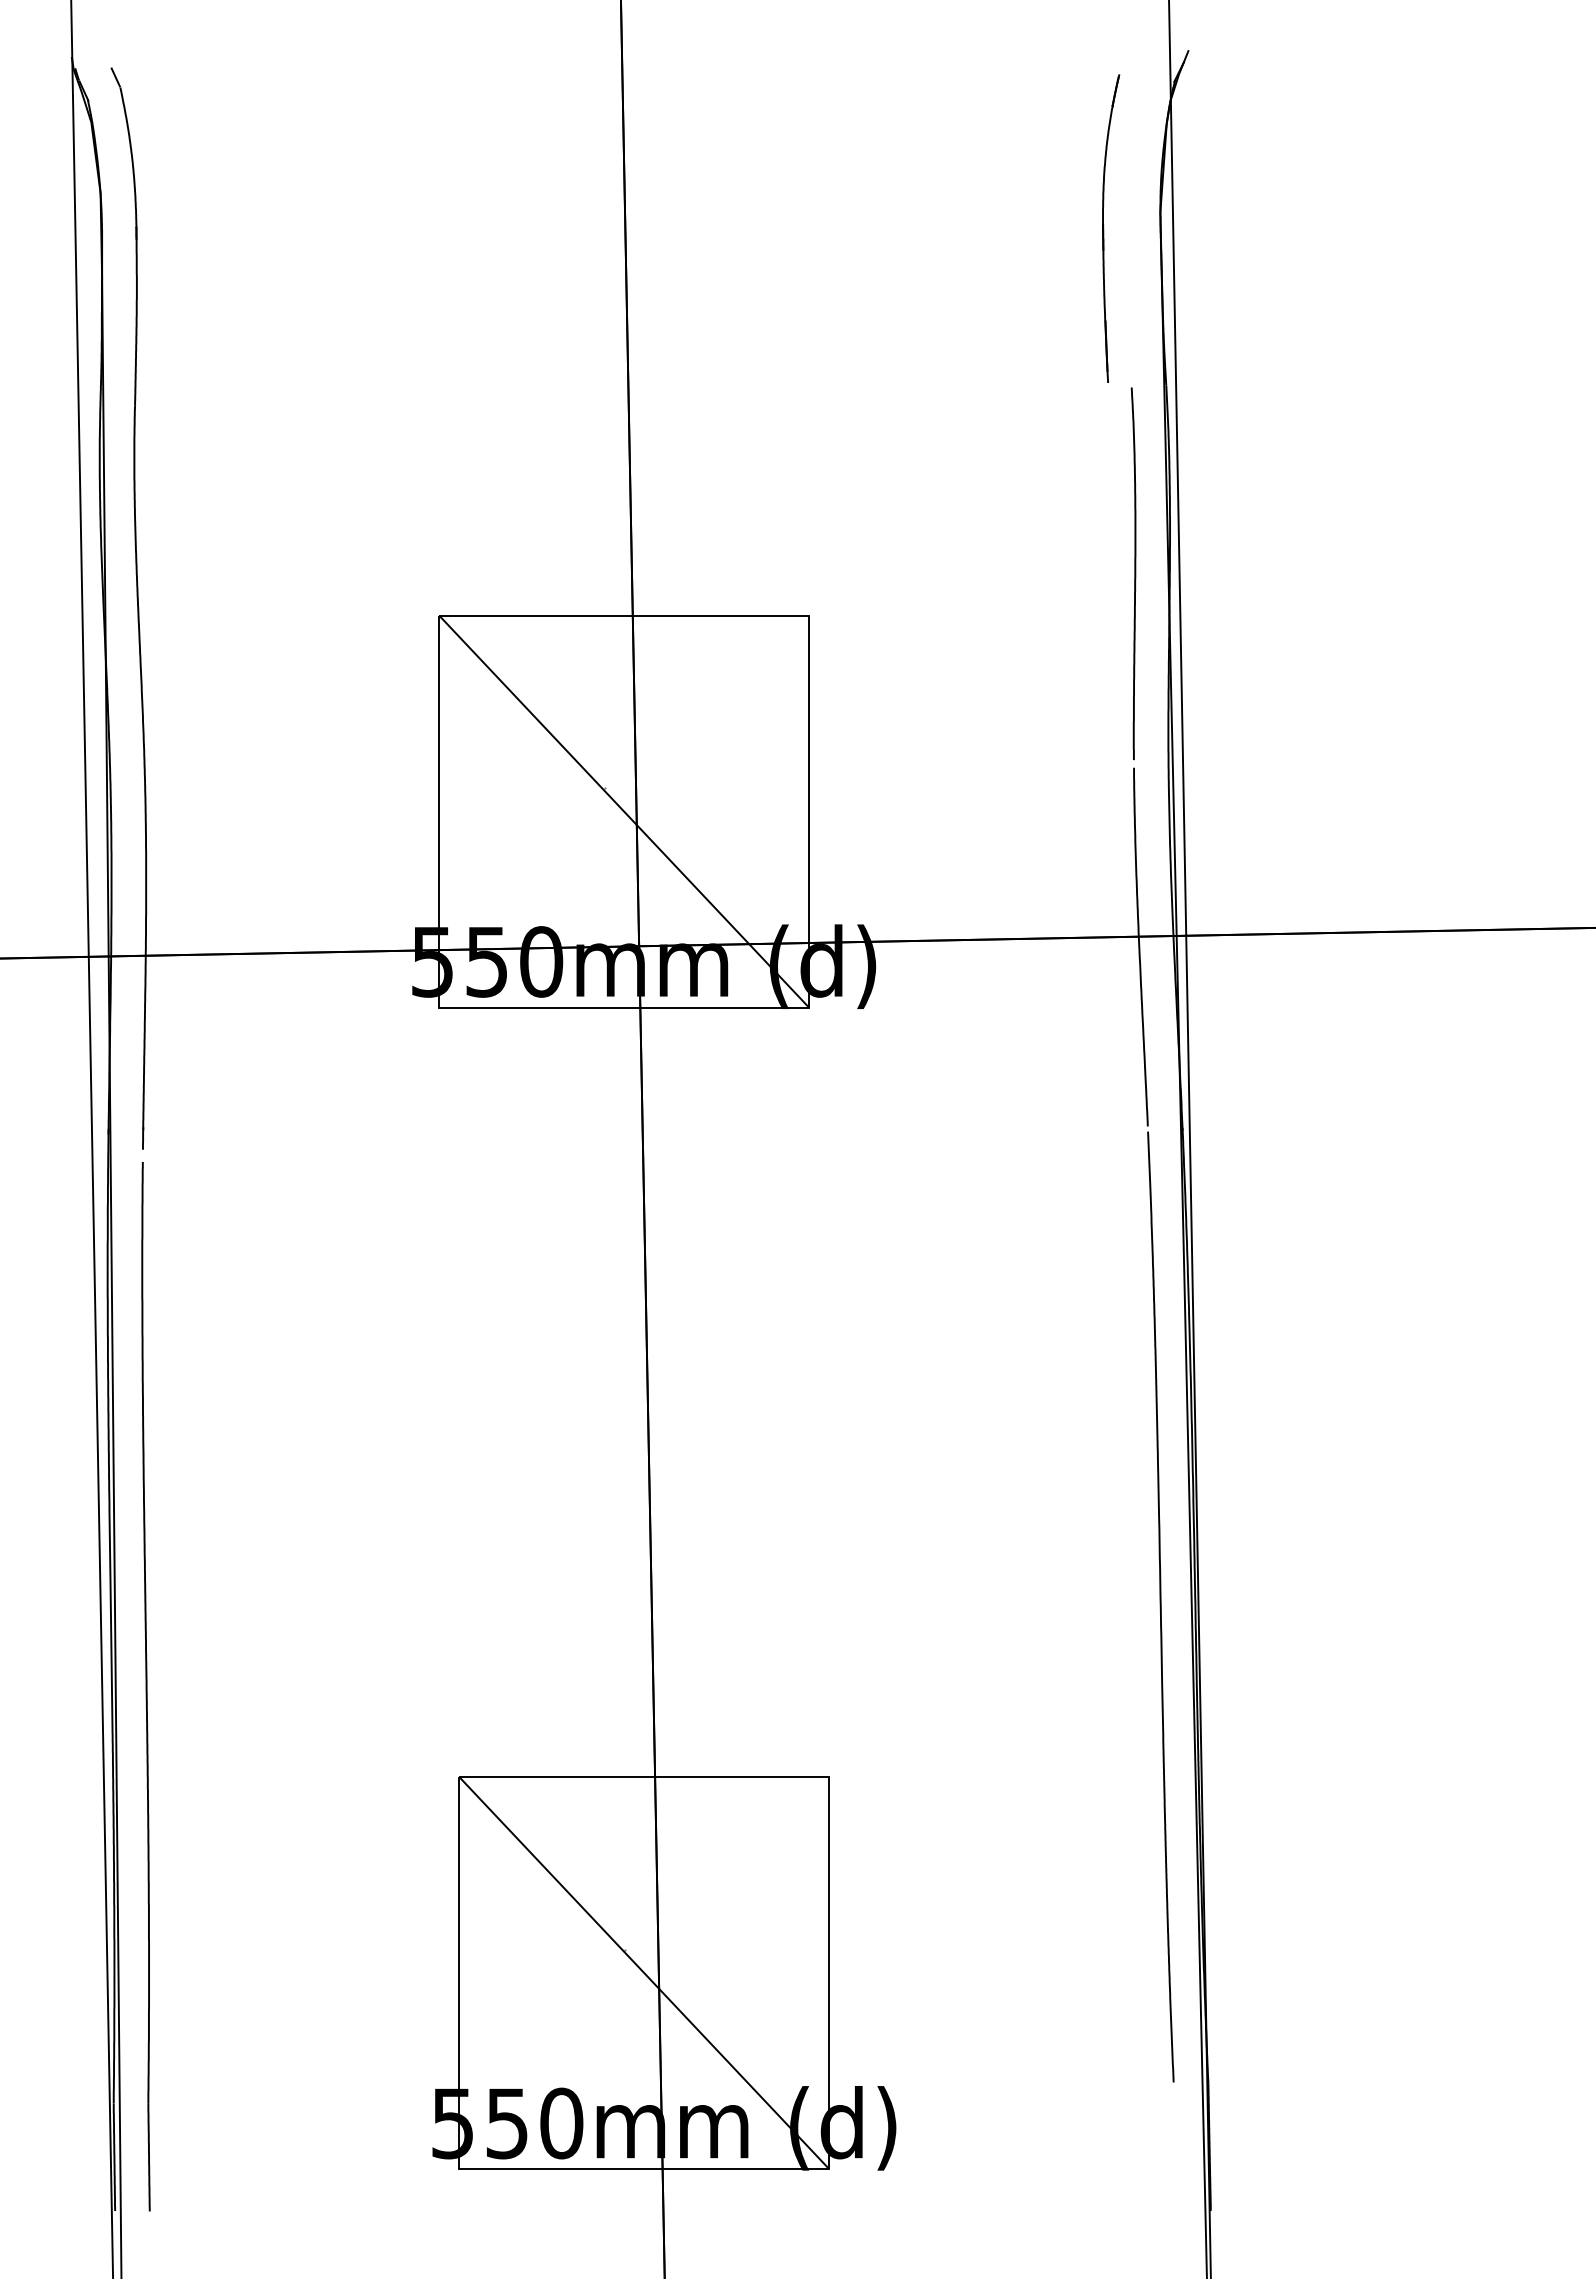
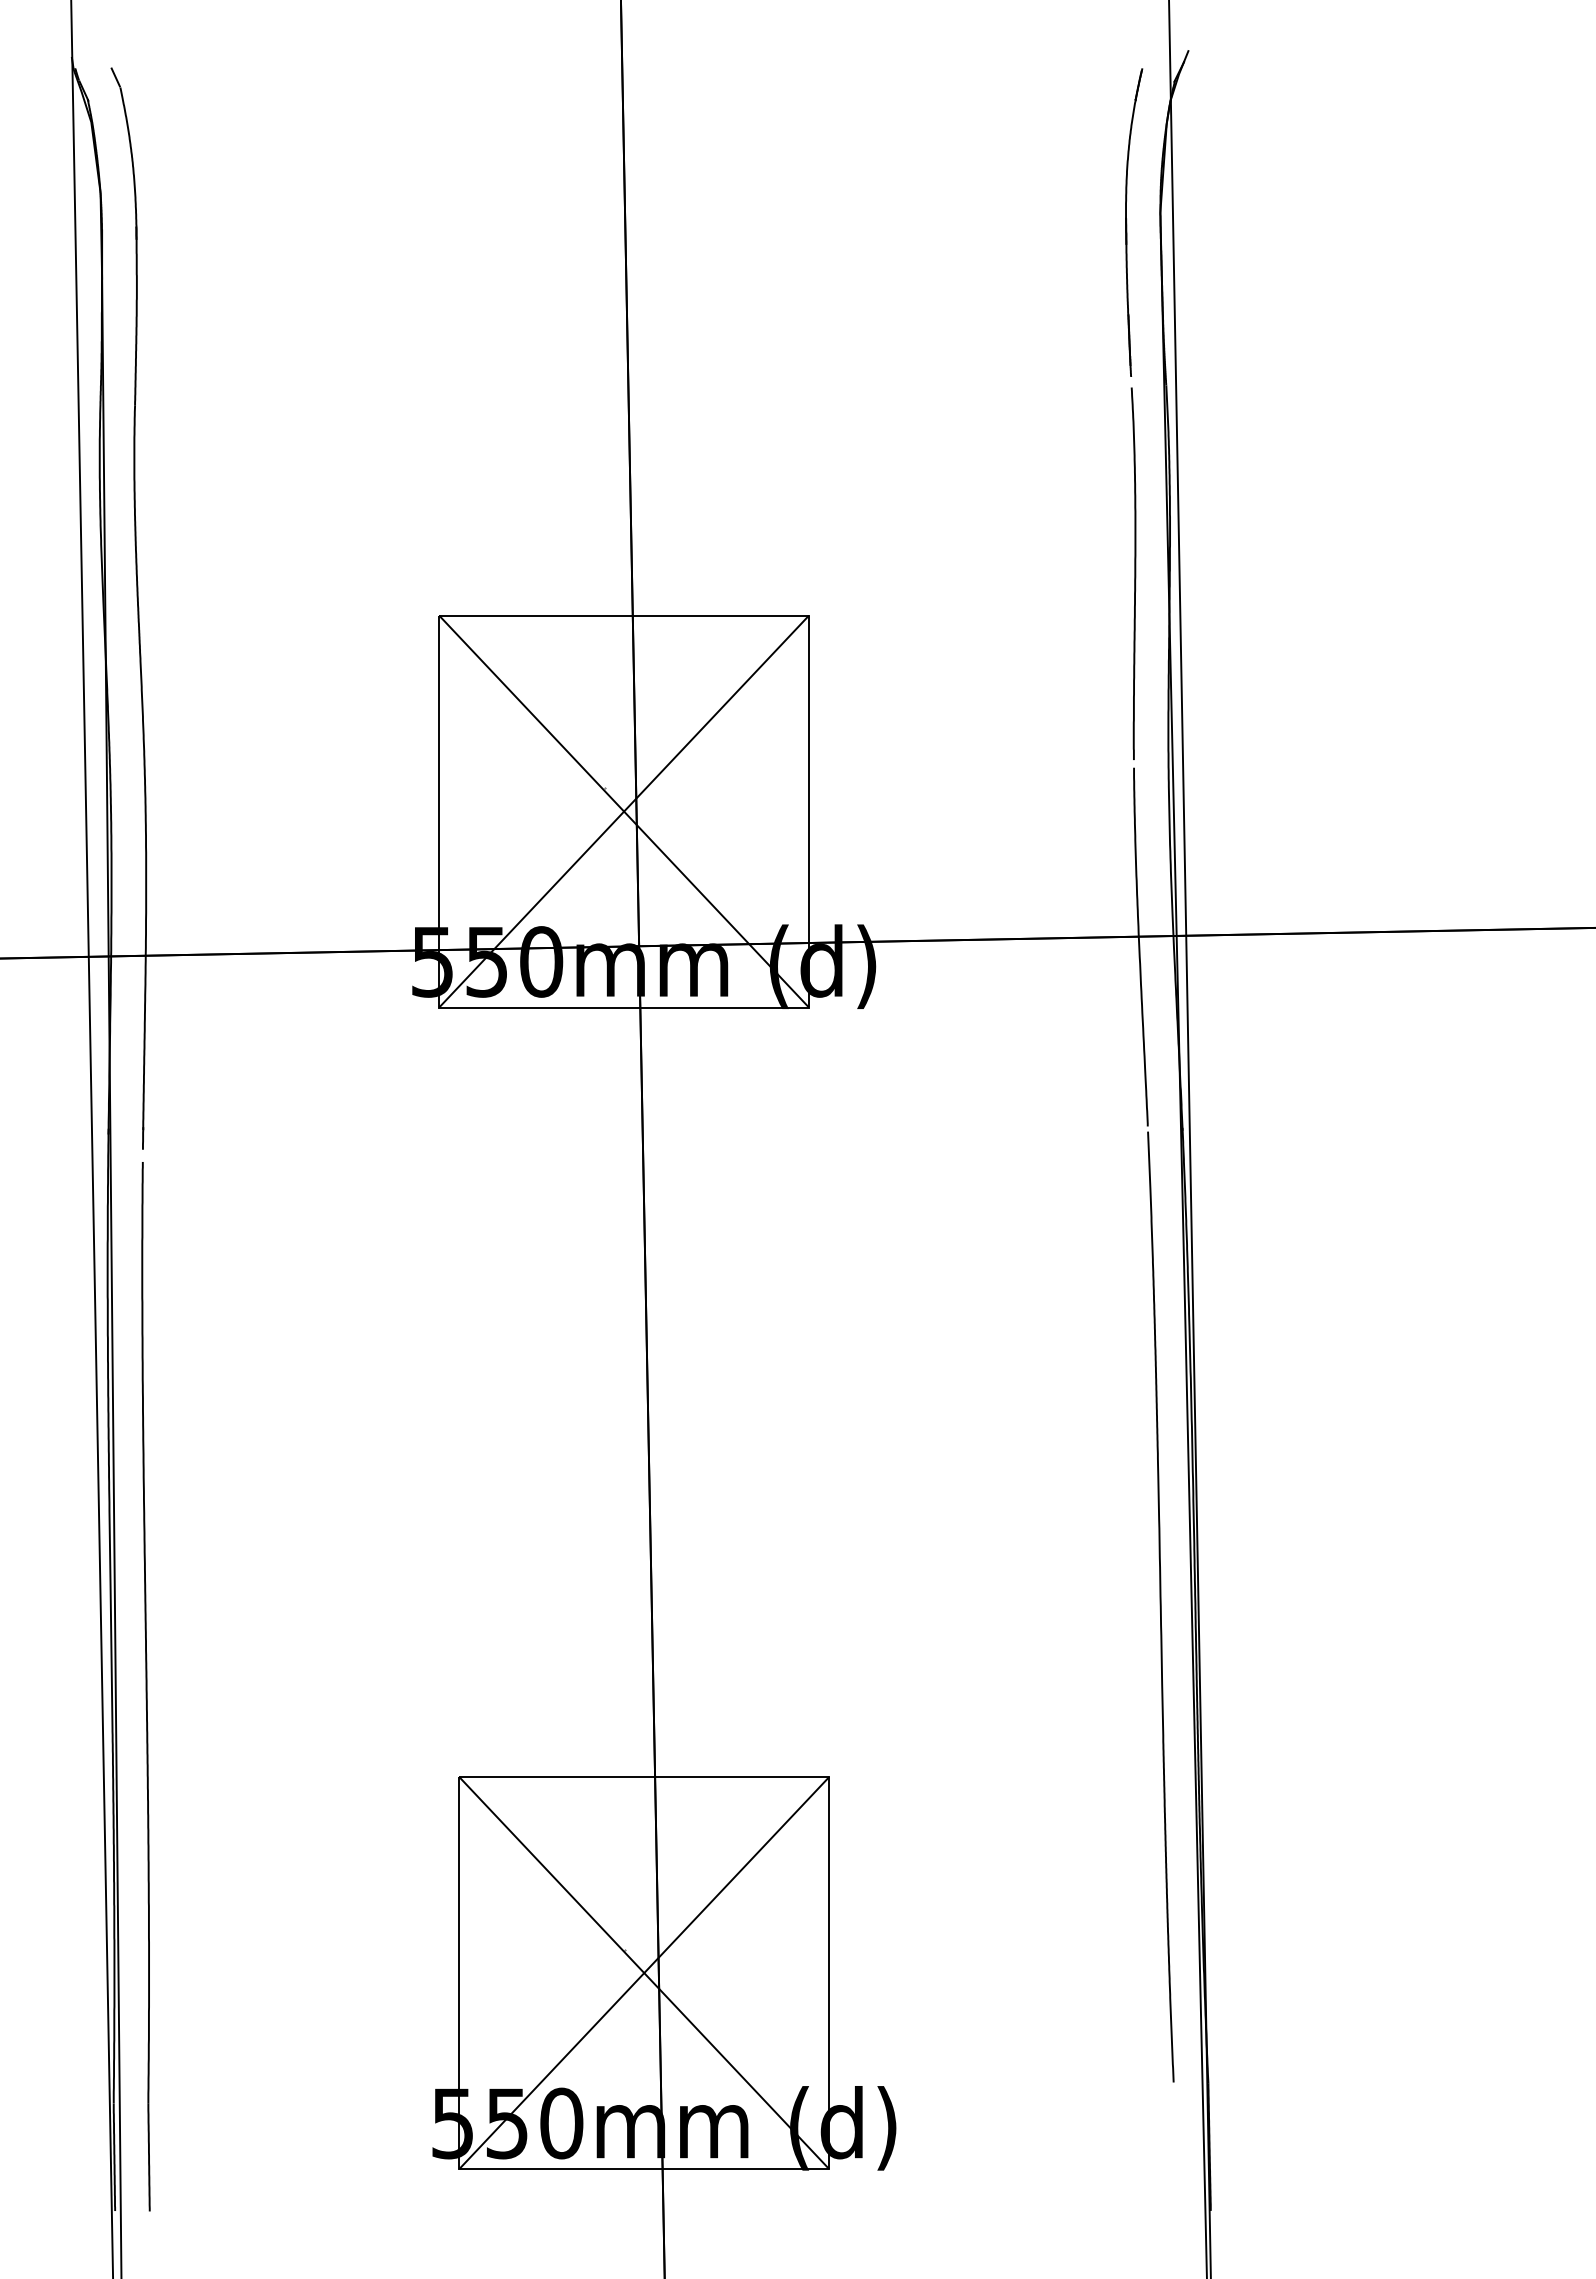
part at (1104, 228) position: (1104, 228) -> (1127, 222)
line at (623, 811): none -> present
line at (644, 1973): none -> present
